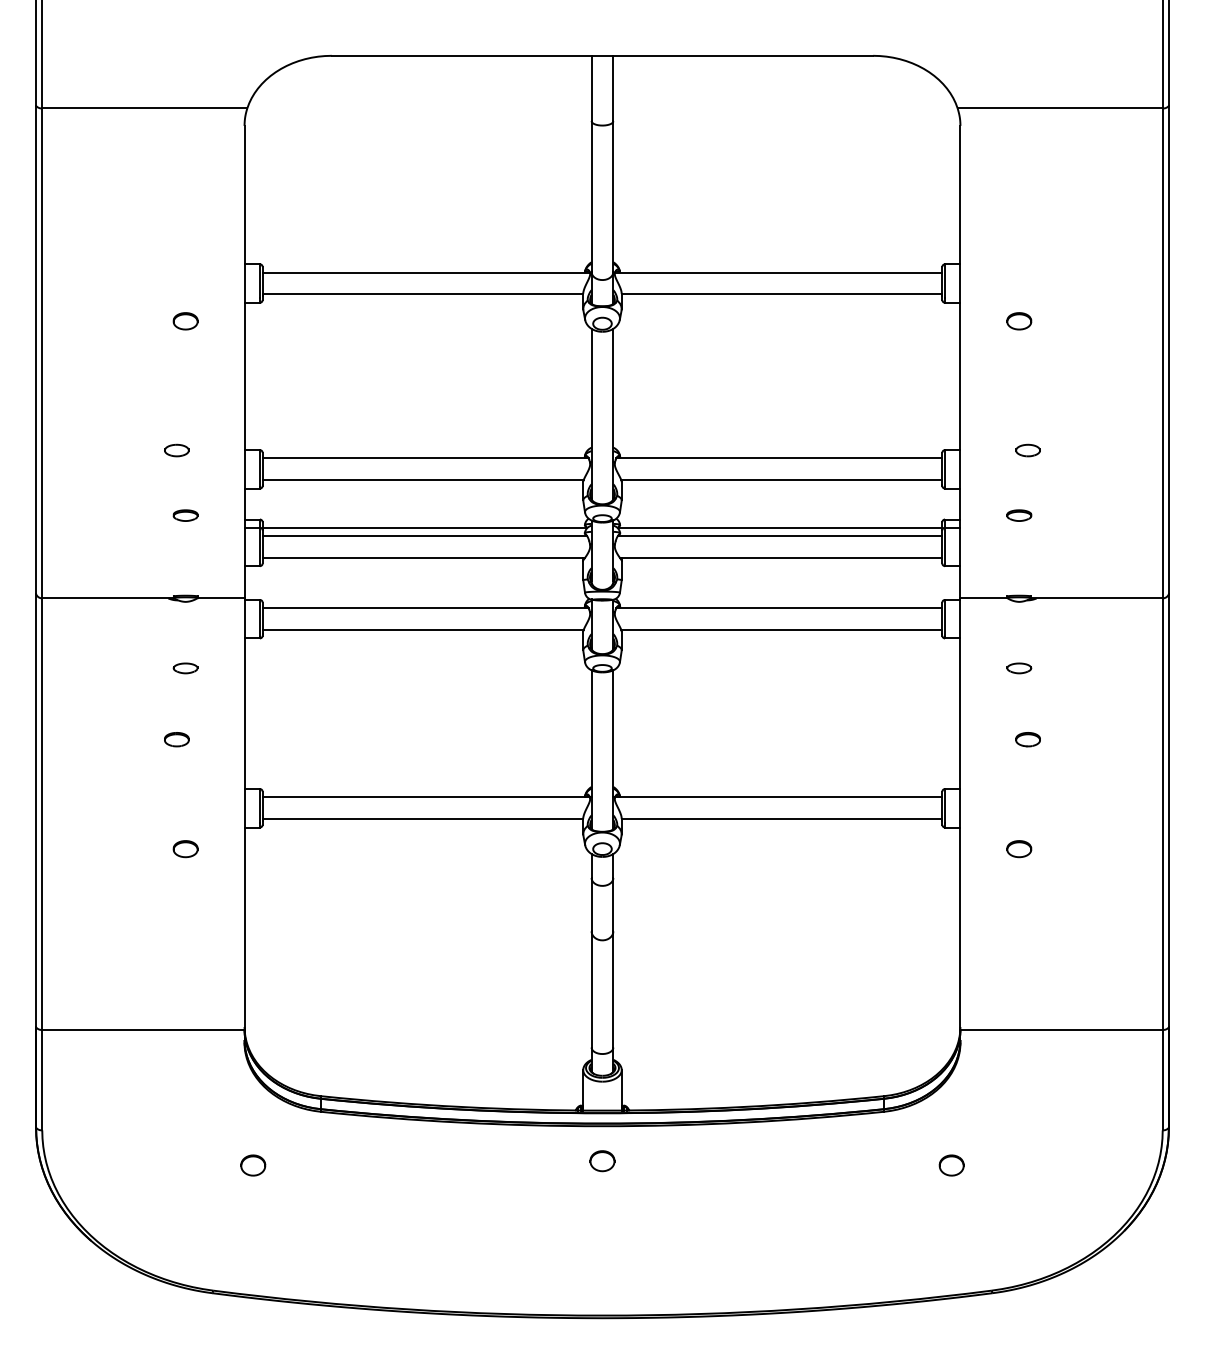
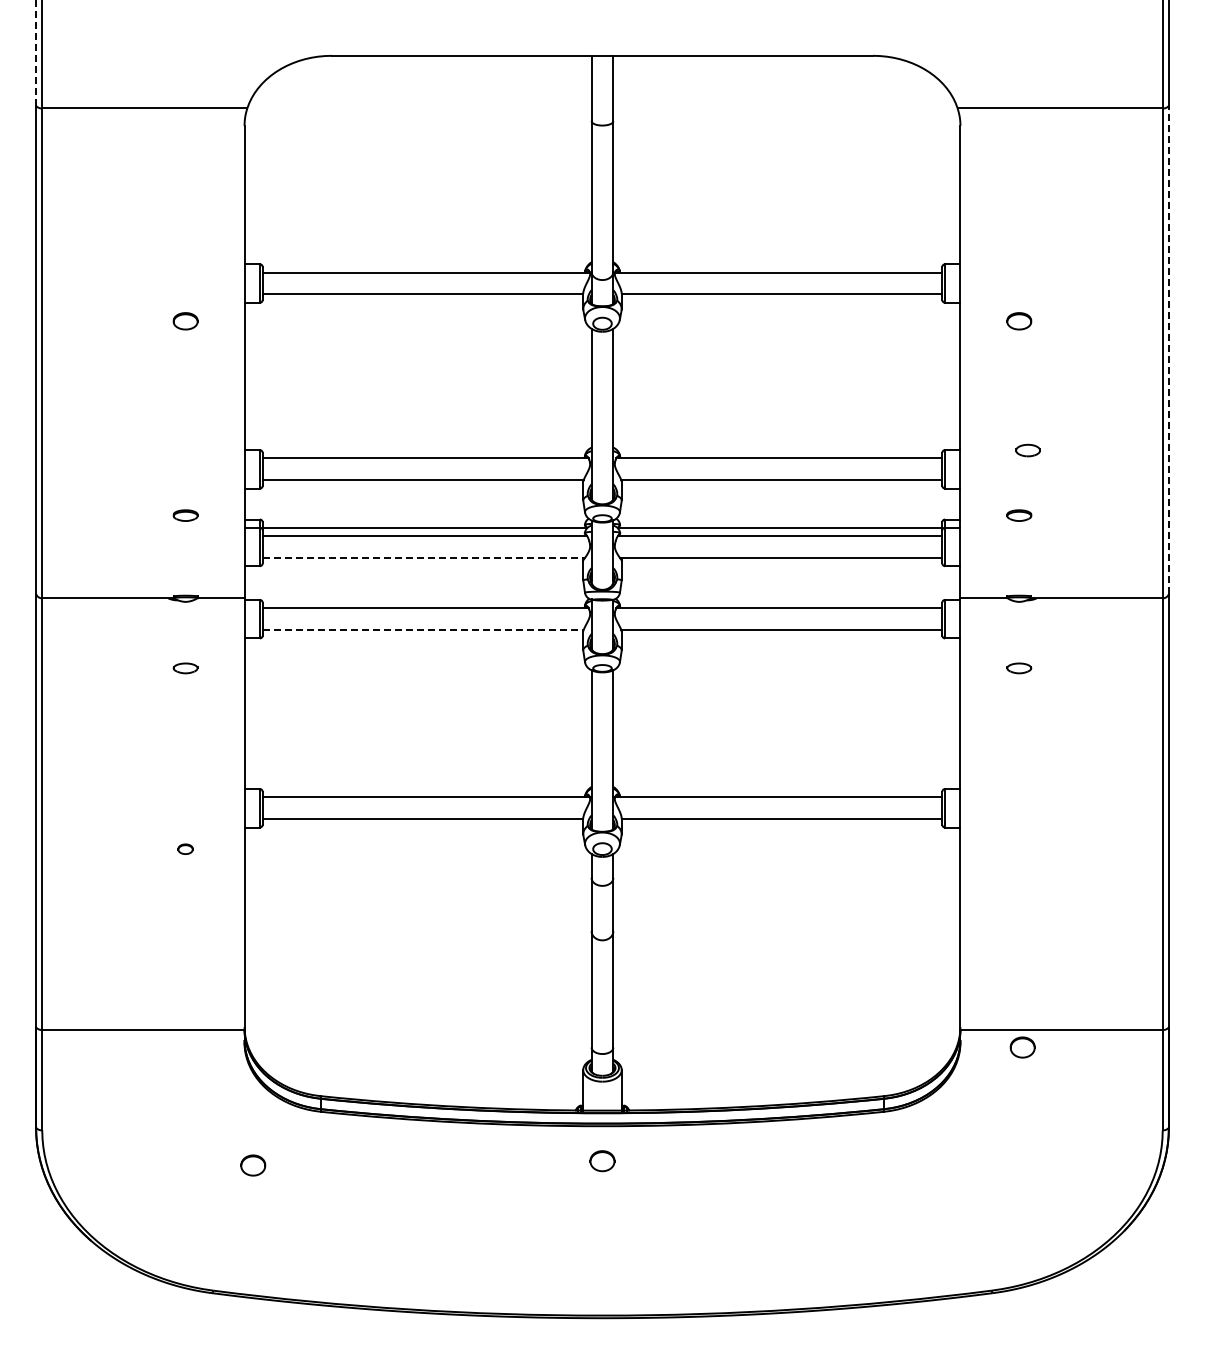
line at (36, 52): solid -> dashed
line at (1168, 349): solid -> dashed
part at (176, 450): present -> none
line at (424, 557): solid -> dashed
line at (423, 630): solid -> dashed
part at (176, 739): present -> none
part at (1027, 739): present -> none
part at (185, 849) size: 27x19 px -> 17x12 px
part at (1019, 849): present -> none
part at (951, 1165) position: (951, 1165) -> (1022, 1047)
